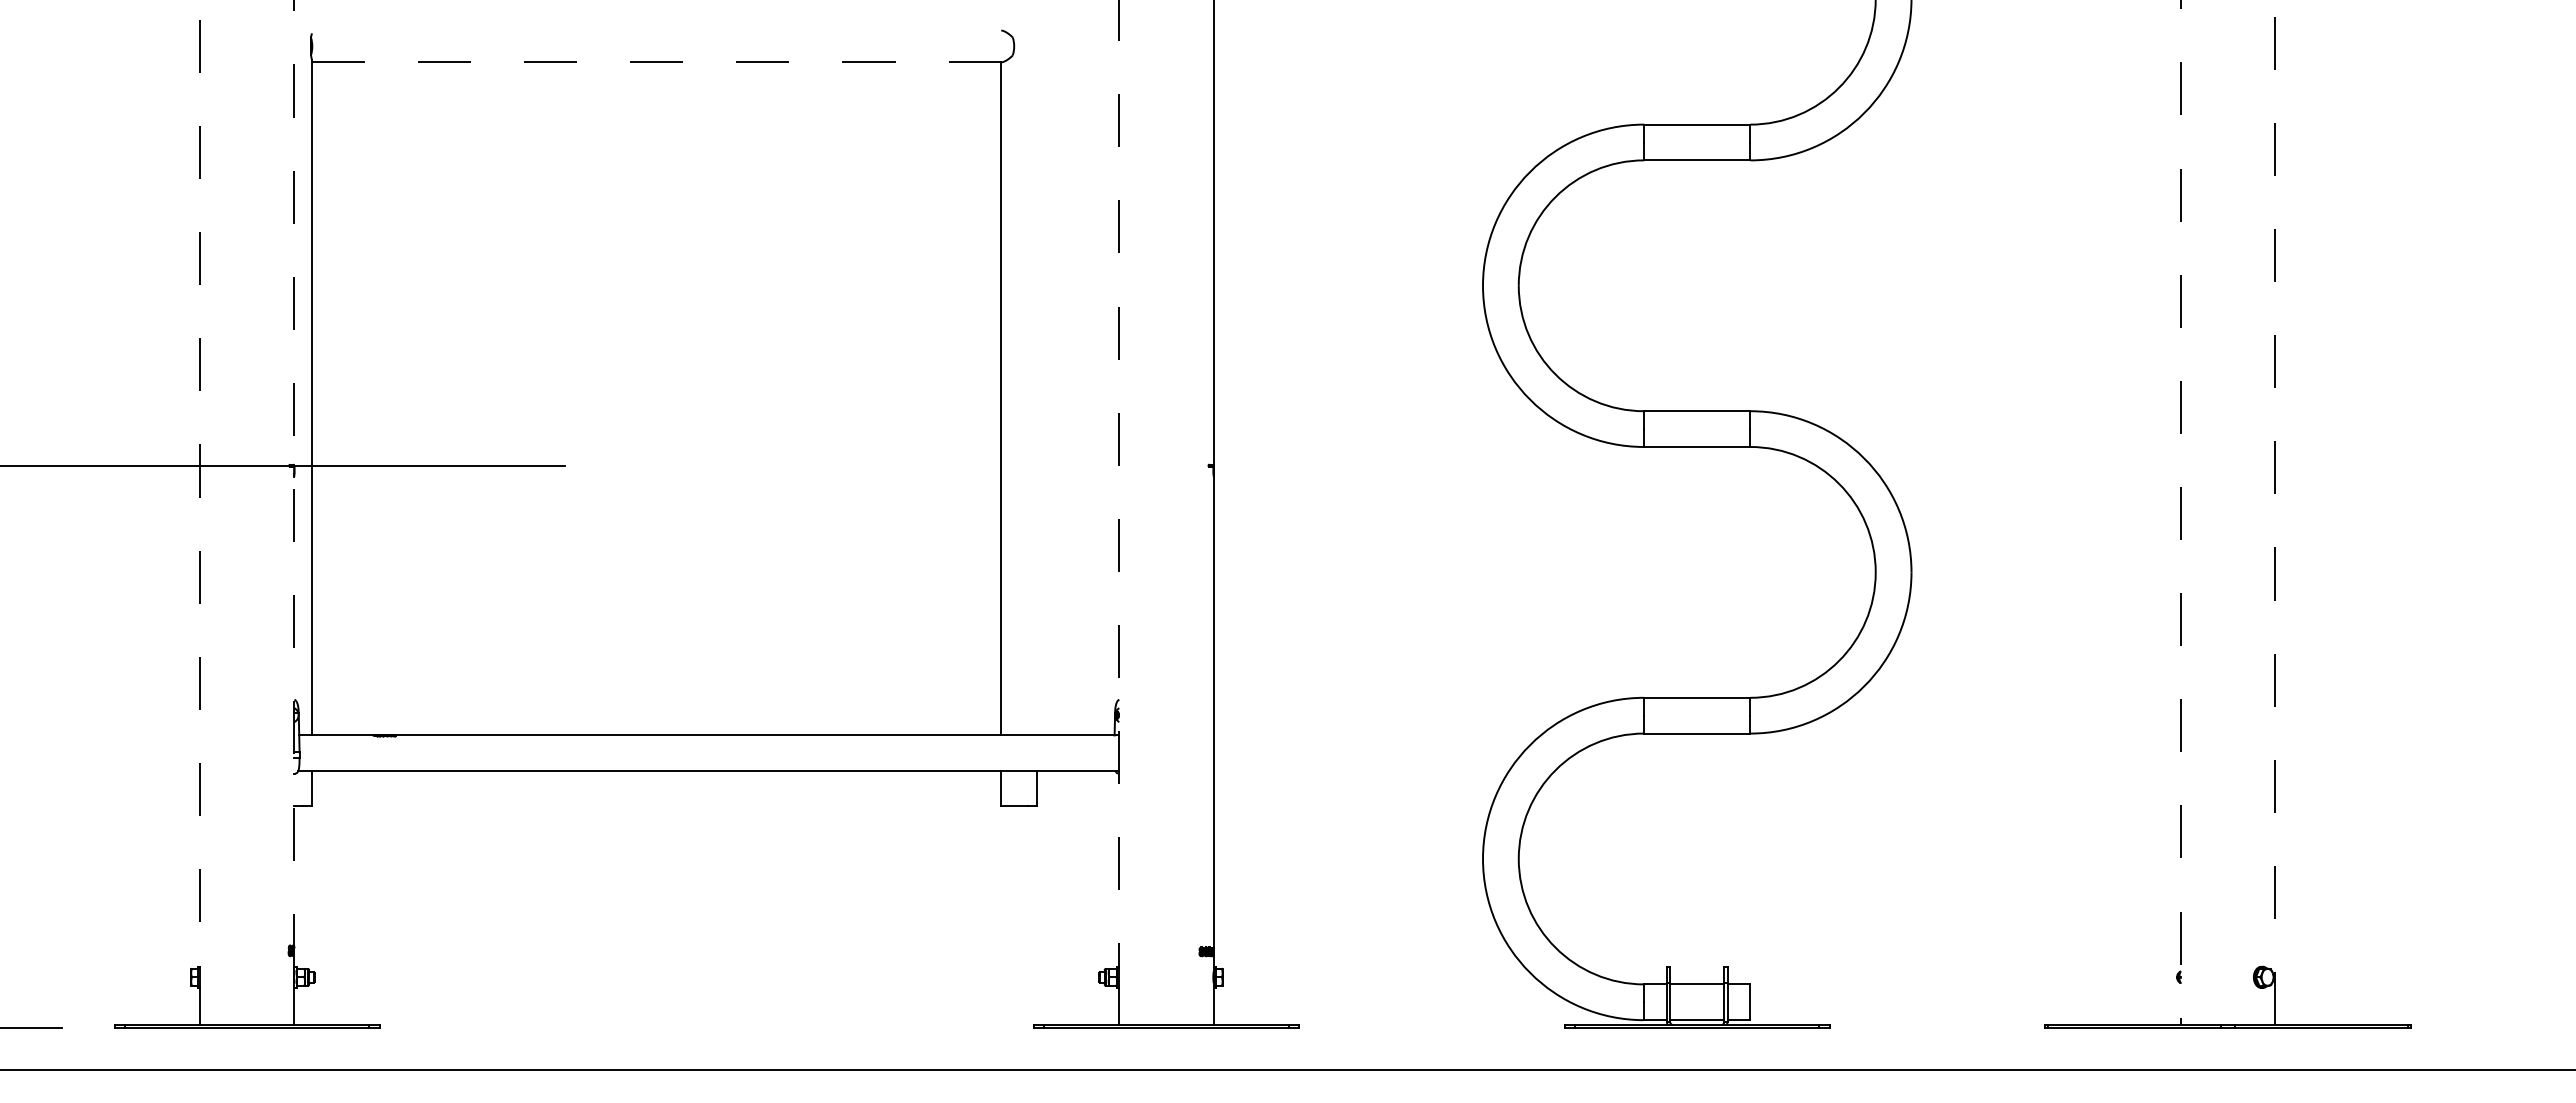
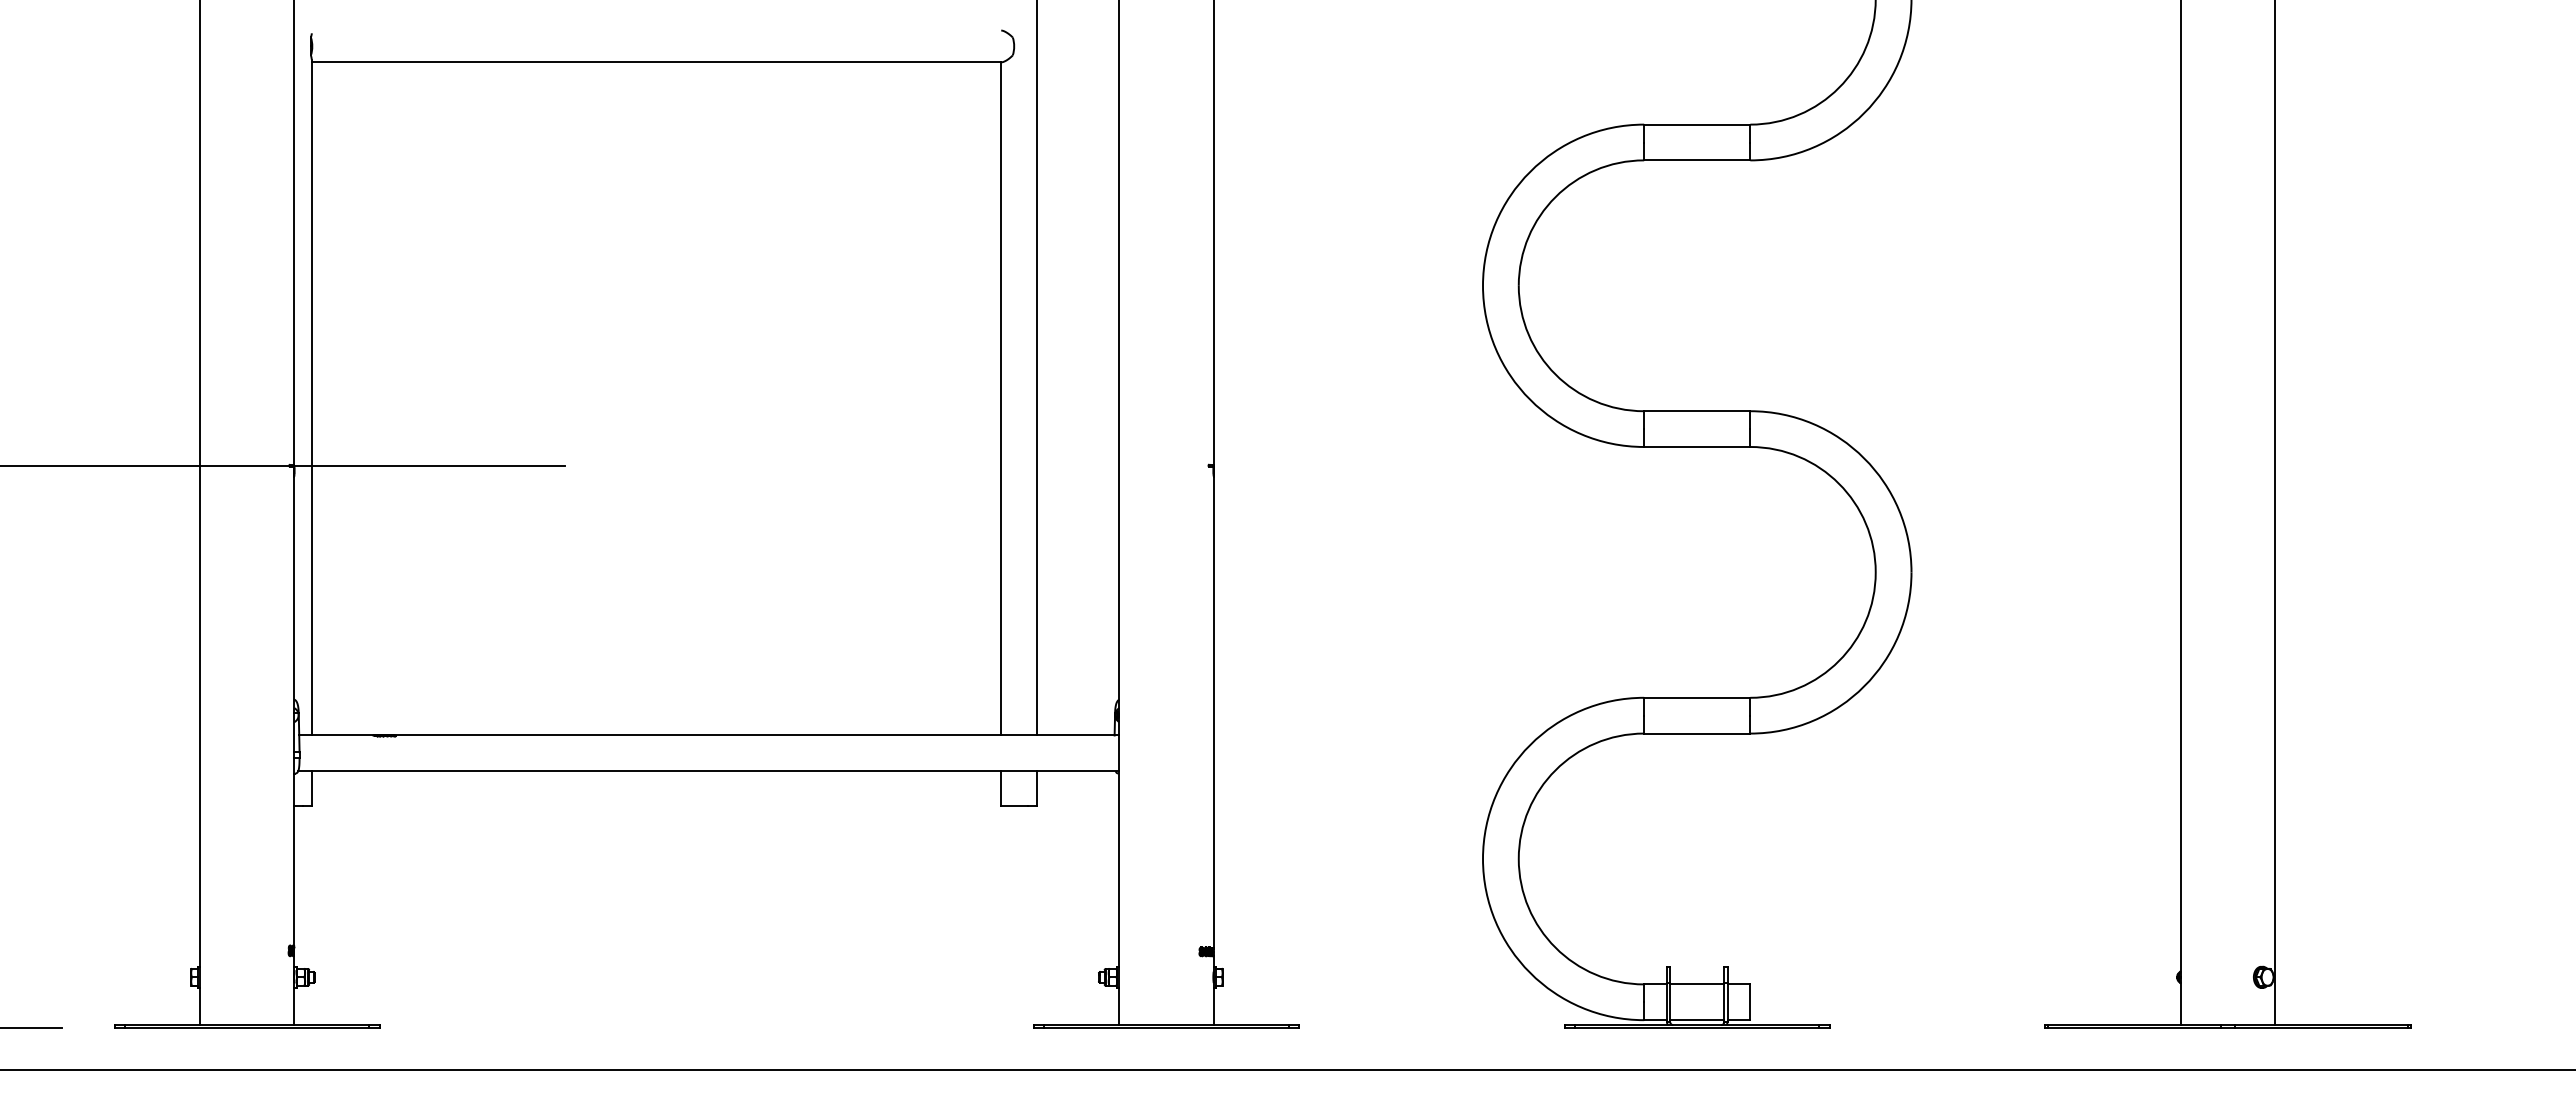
line at (656, 62): dashed -> solid
line at (1037, 368): none -> present
line at (294, 482): dashed -> solid
line at (200, 483): dashed -> solid
line at (1119, 483): dashed -> solid
line at (2275, 512): dashed -> solid
line at (2180, 513): dashed -> solid
